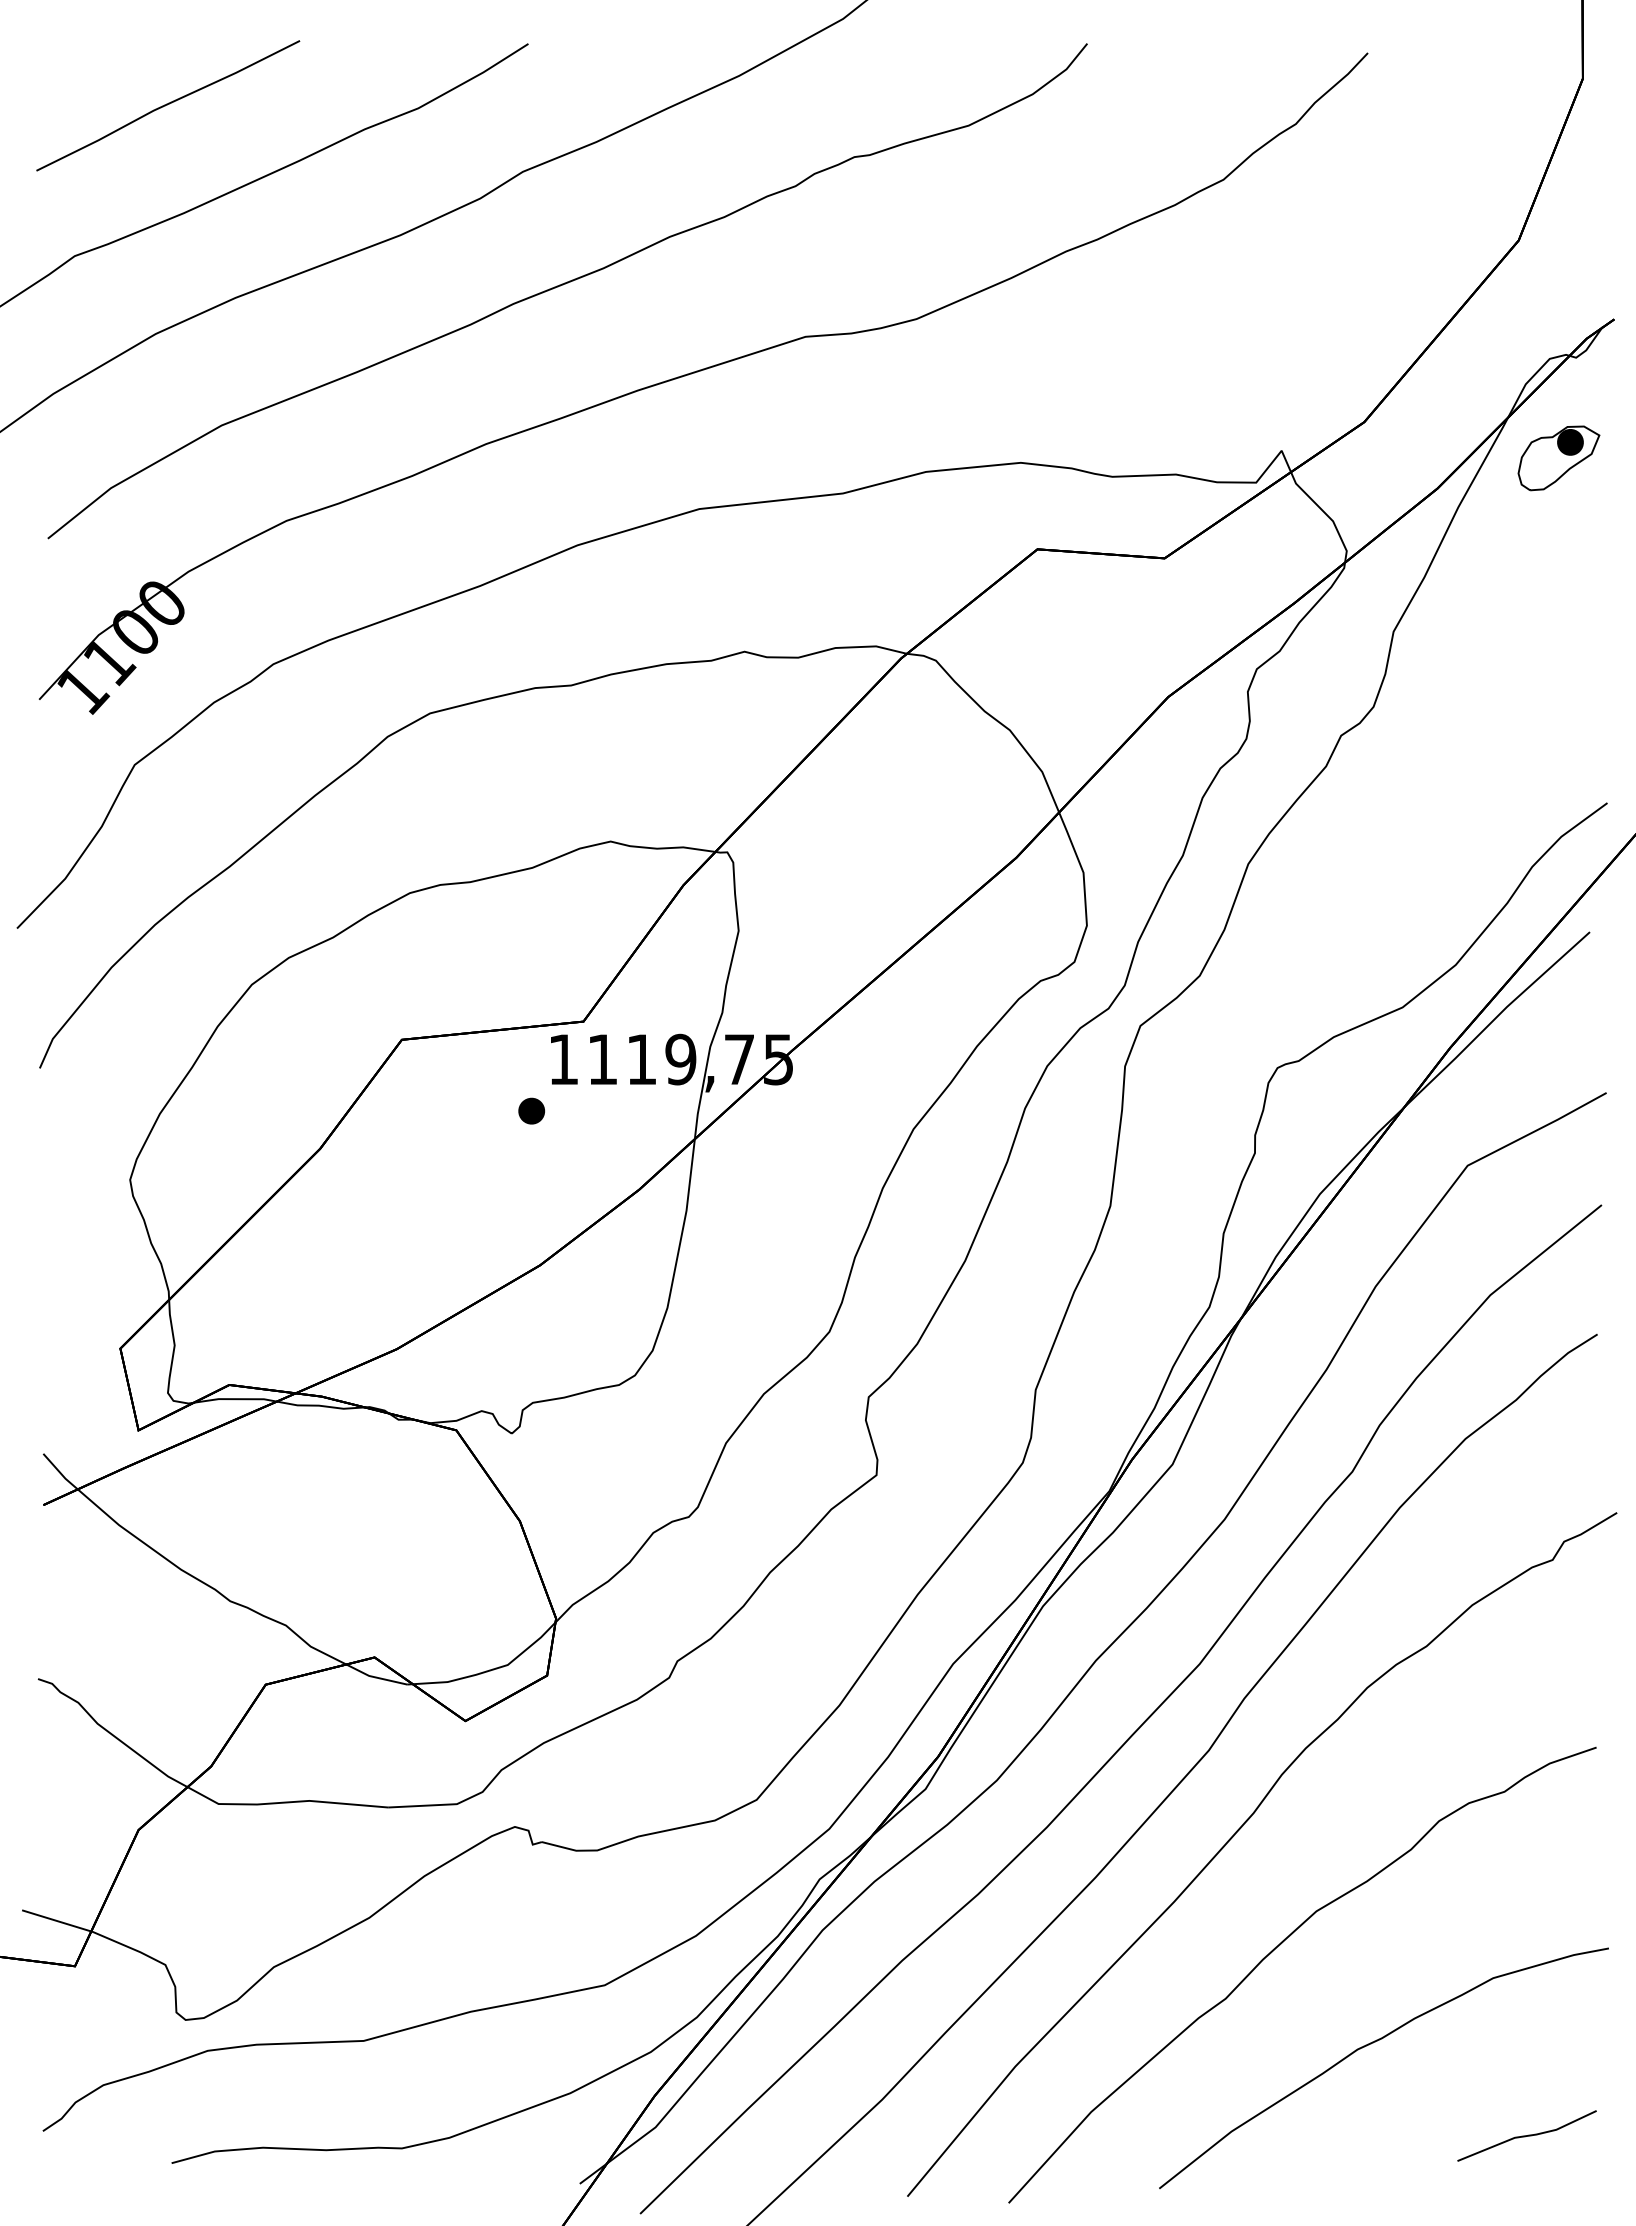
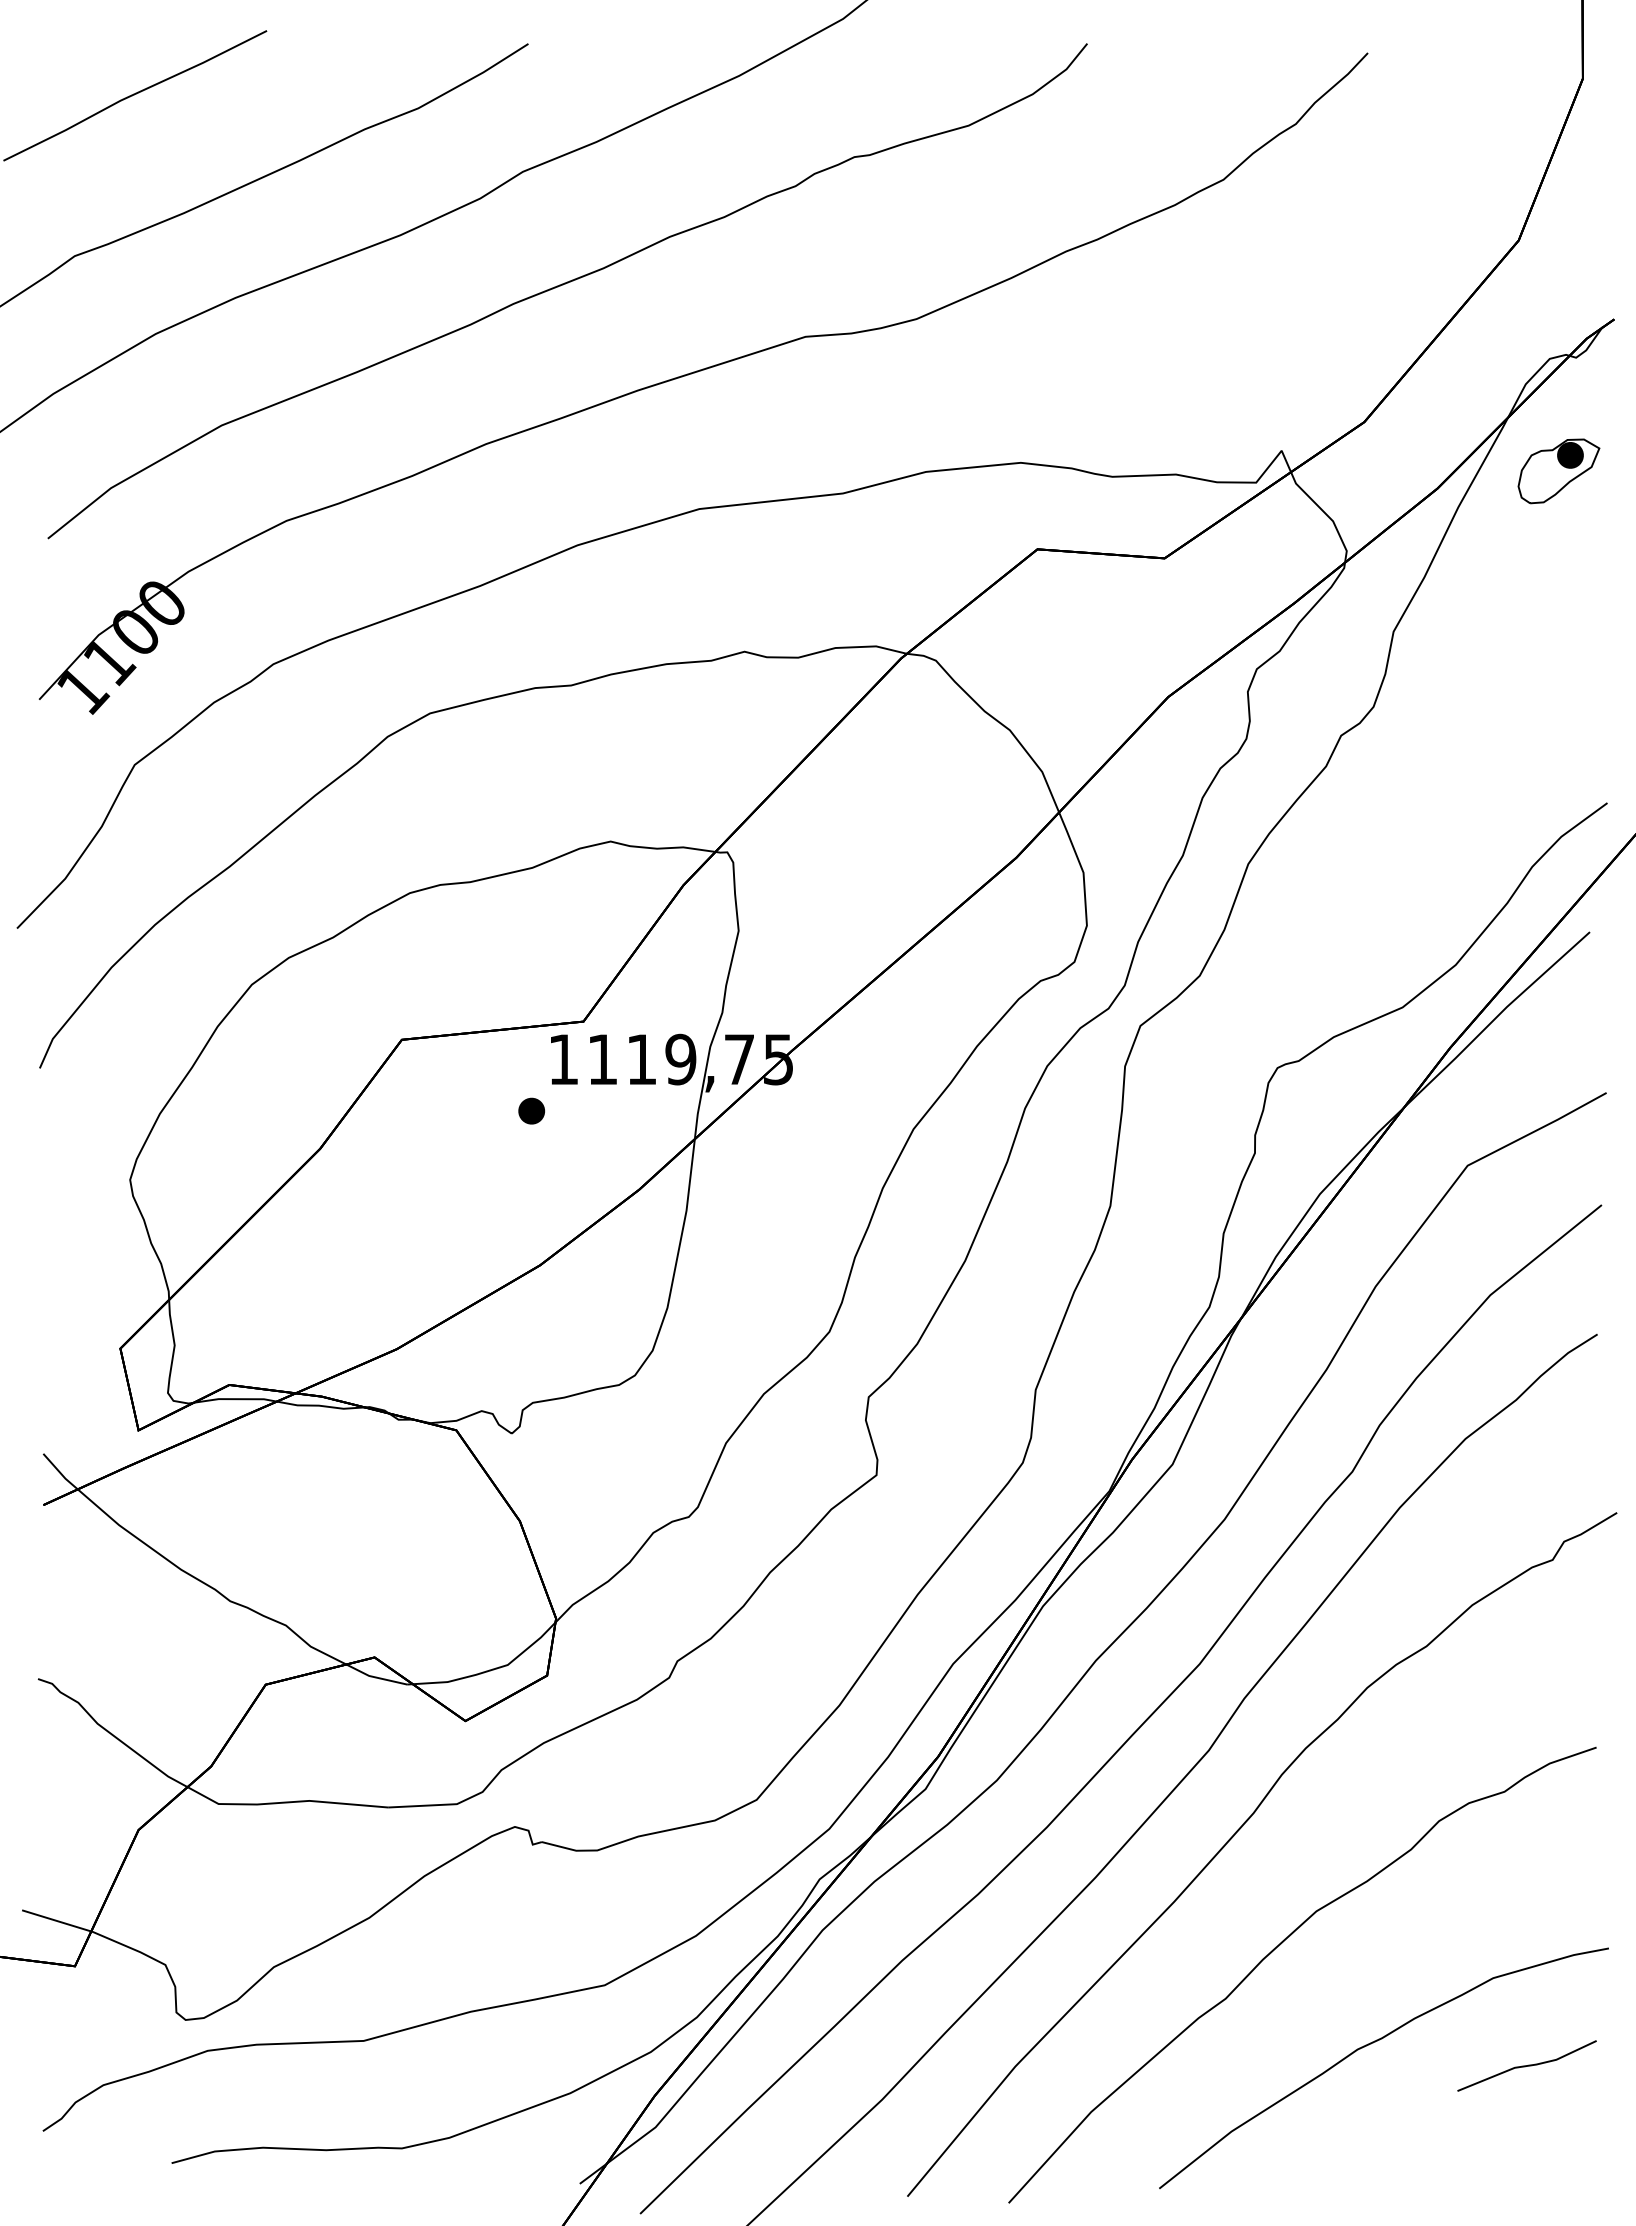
line at (168, 104) position: (168, 104) -> (135, 94)
part at (1558, 458) position: (1558, 458) -> (1558, 471)
line at (1526, 2135) position: (1526, 2135) -> (1526, 2065)
